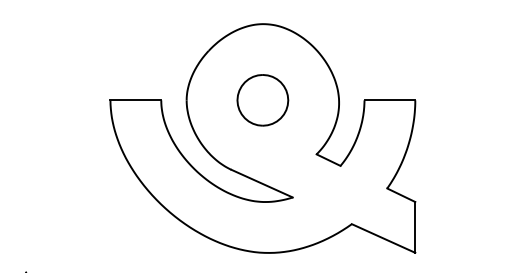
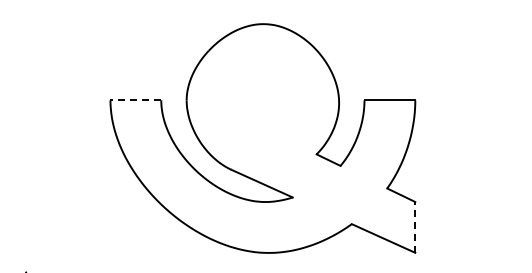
line at (135, 100): solid -> dashed
part at (262, 100): present -> none
line at (415, 226): solid -> dashed
